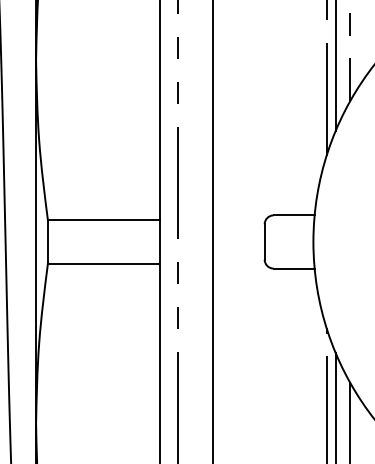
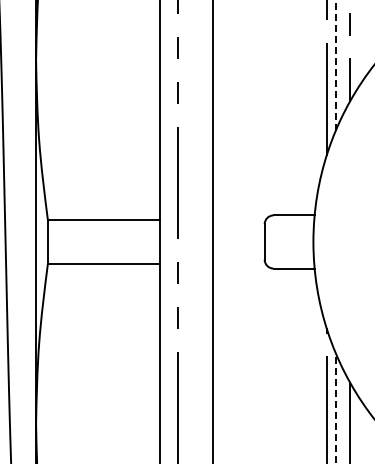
line at (335, 65): solid -> dashed
line at (335, 407): solid -> dashed
